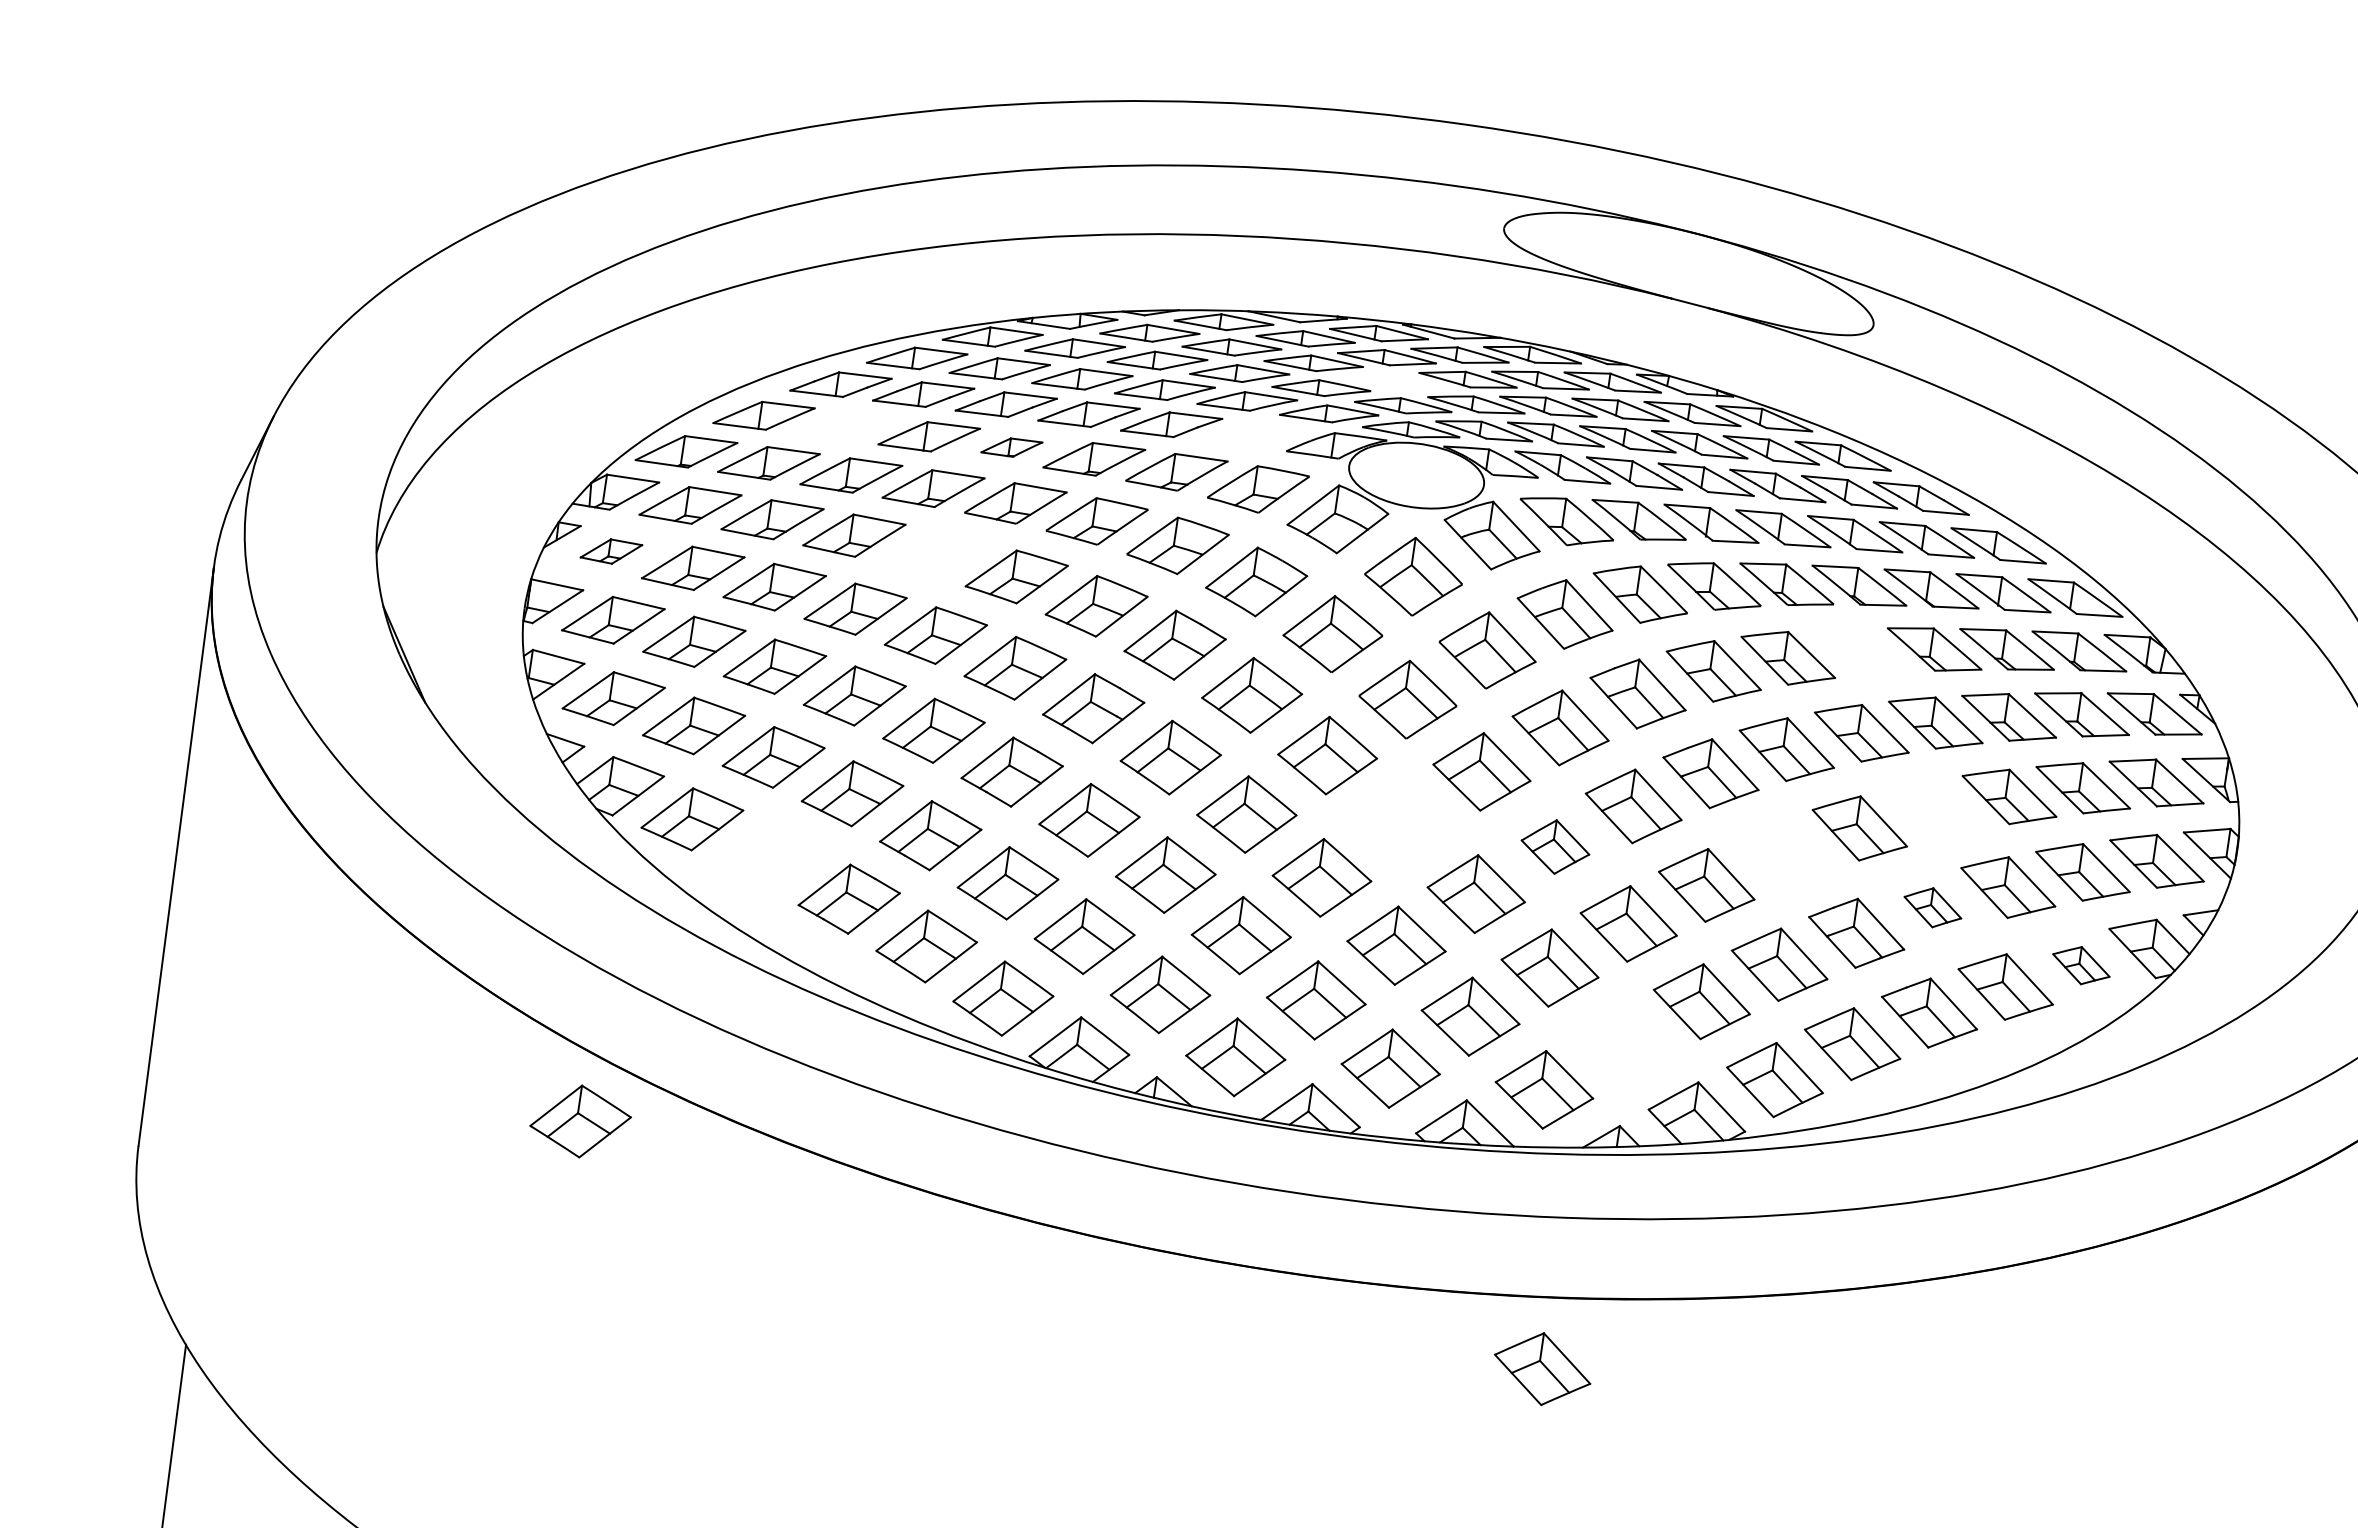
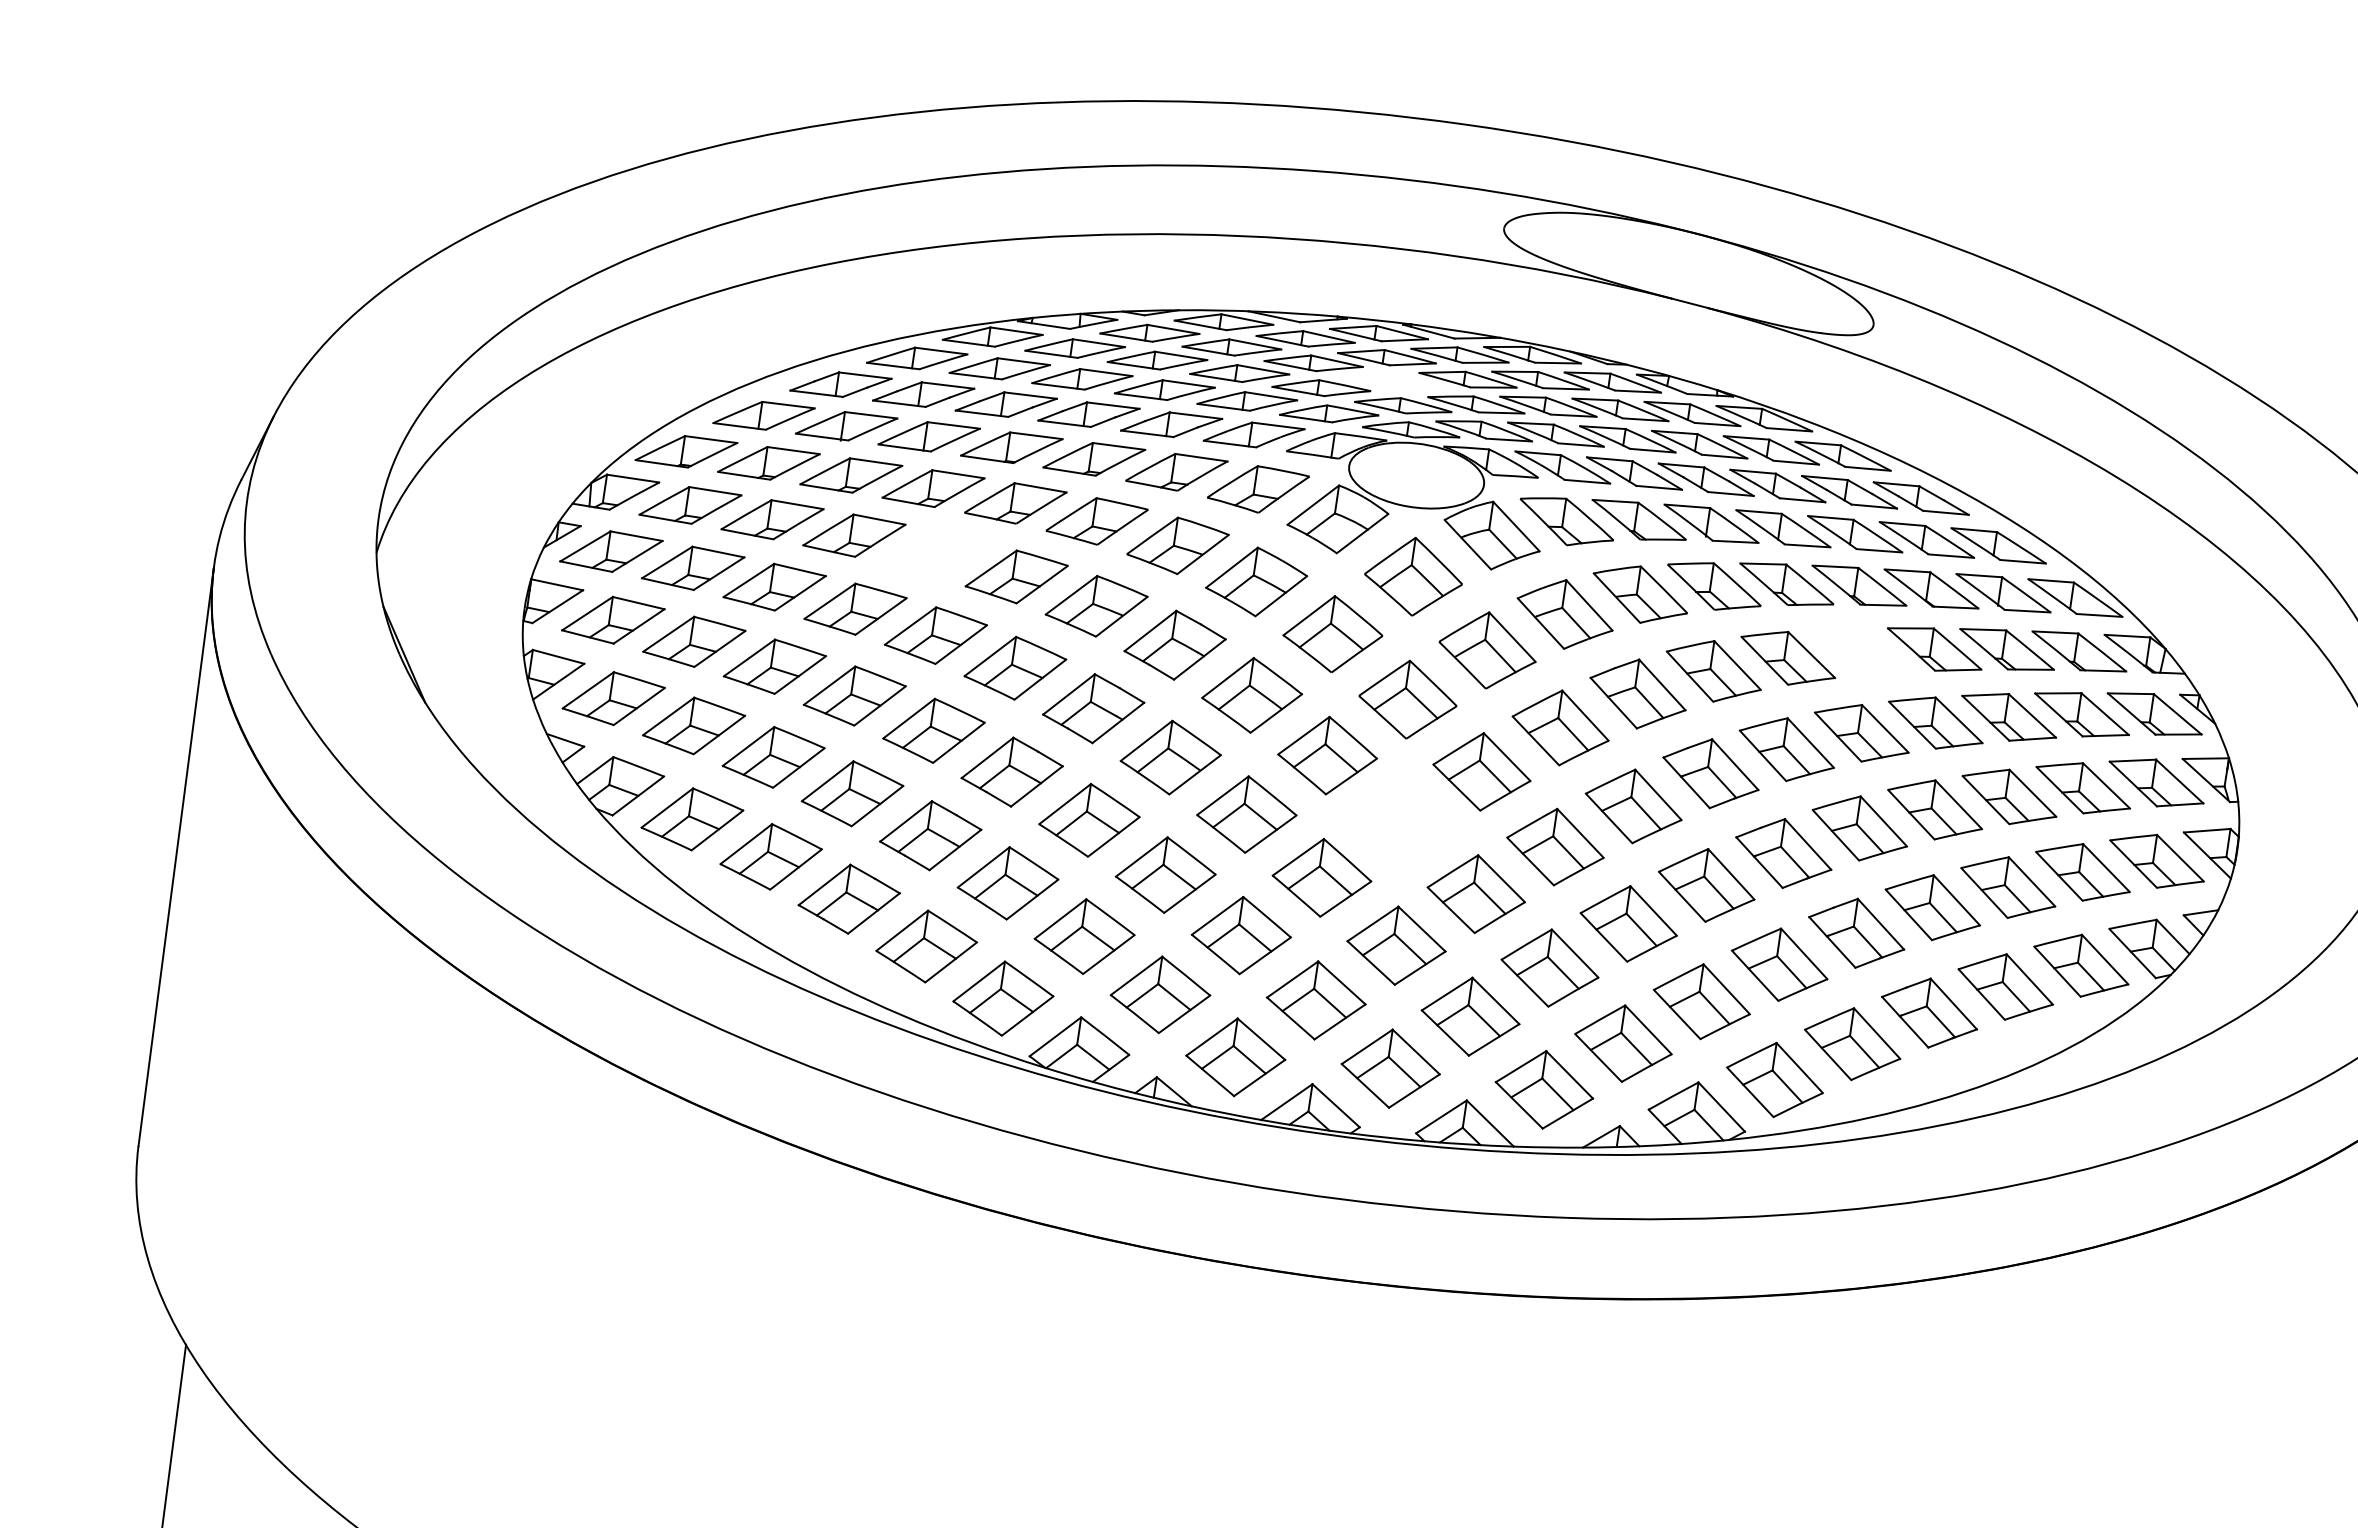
part at (846, 426): none -> present
part at (1253, 434): none -> present
part at (1011, 447) size: 64x21 px -> 104x33 px
part at (611, 551) size: 65x27 px -> 105x43 px
part at (1935, 809): none -> present
part at (1555, 846) size: 71x56 px -> 99x80 px
part at (1783, 853): none -> present
part at (770, 856): none -> present
part at (1932, 907) size: 60x42 px -> 98x68 px
part at (2081, 965) size: 59x40 px -> 97x65 px
part at (1623, 1043): none -> present
part at (580, 1121): present -> none
part at (1542, 1369): present -> none
